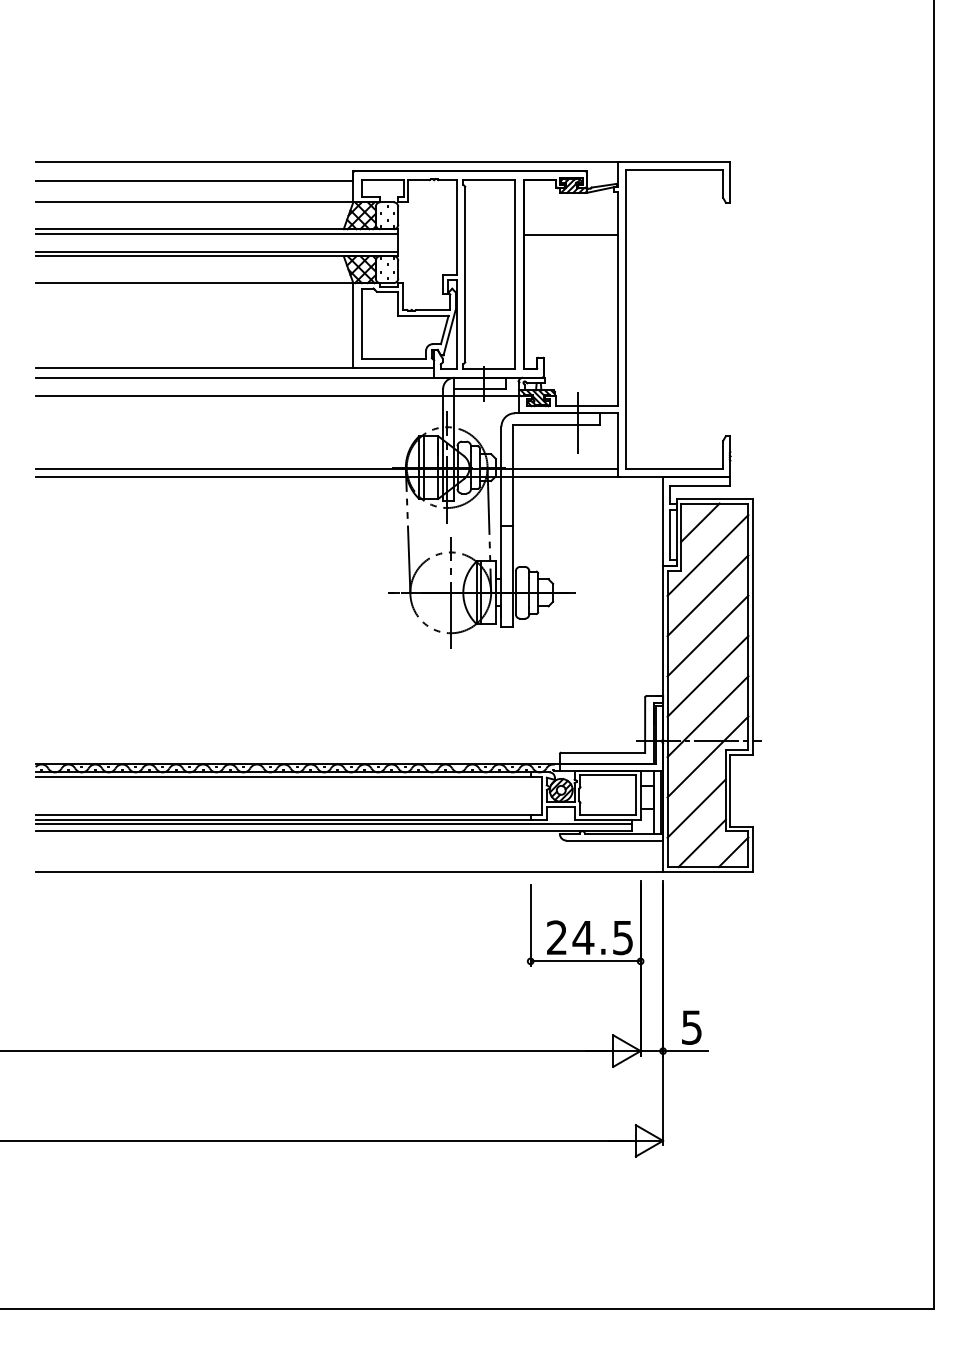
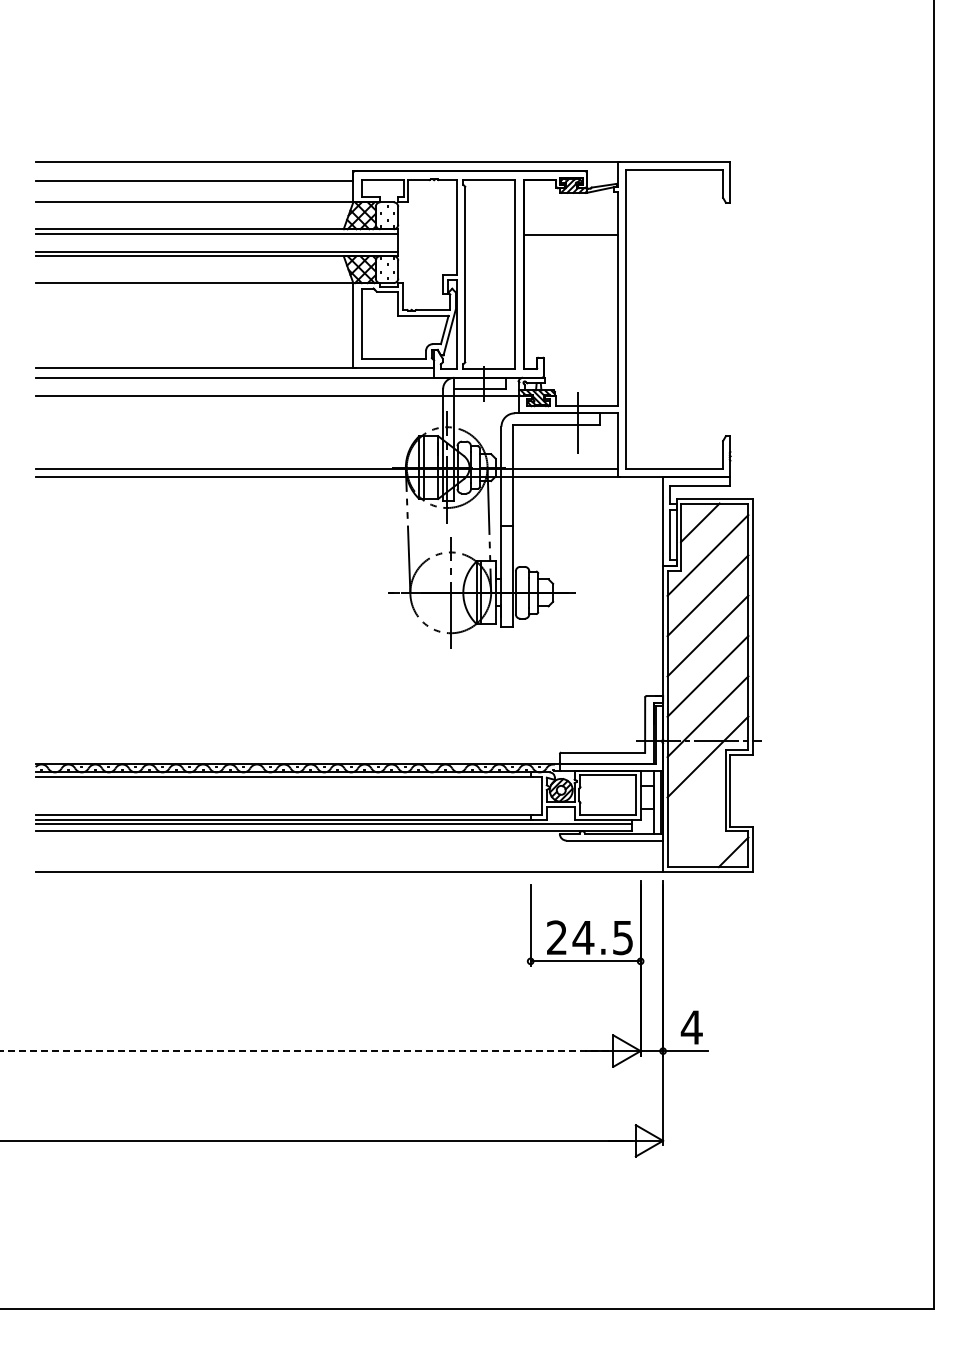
line at (696, 808): present -> none
line at (701, 843): present -> none
text at (691, 1027): 5 -> 4
line at (304, 1051): solid -> dashed
